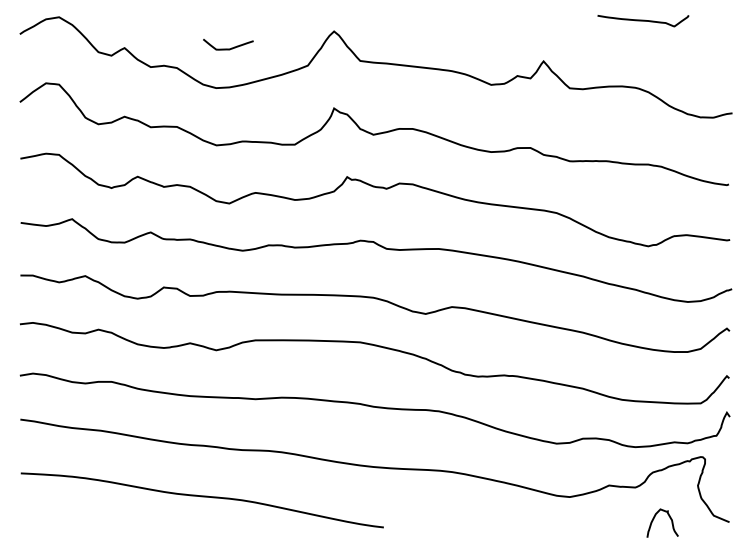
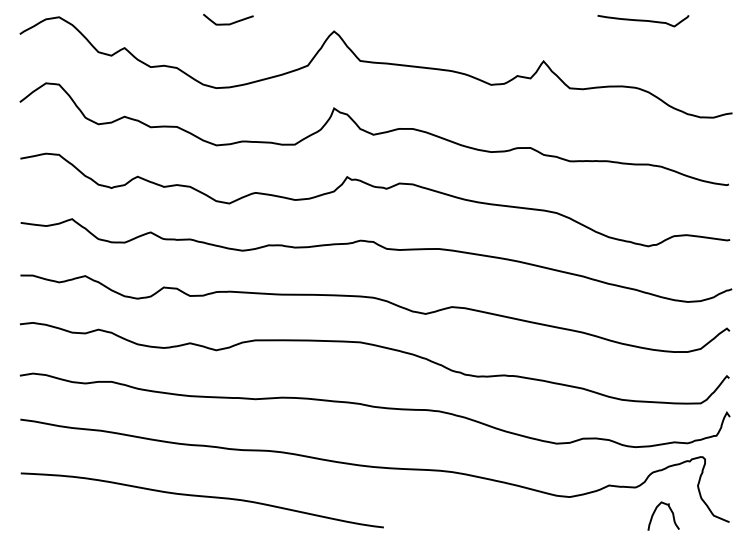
curve at (228, 48) position: (228, 48) -> (228, 23)
curve at (669, 518) position: (669, 518) -> (670, 511)
